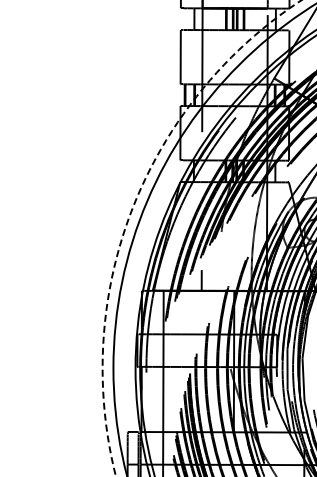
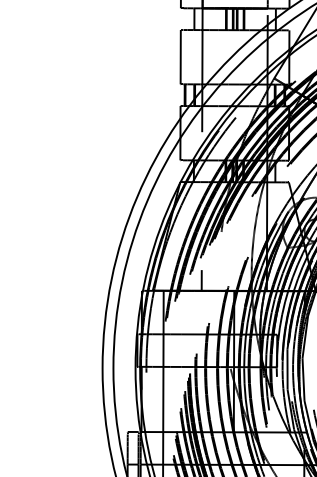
circle at (201, 238): dashed -> solid
